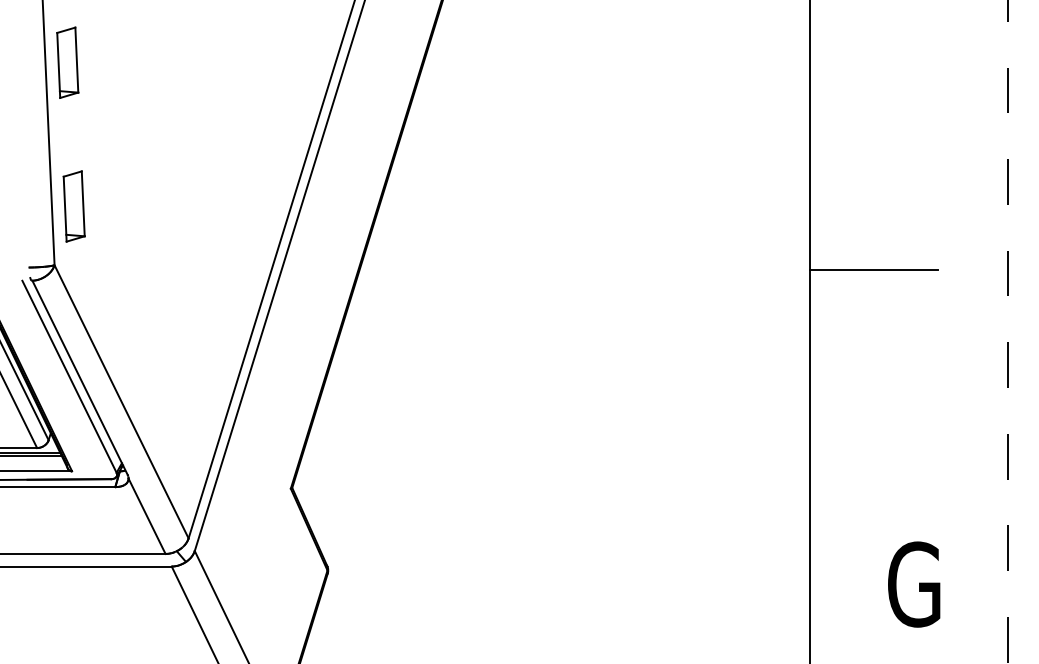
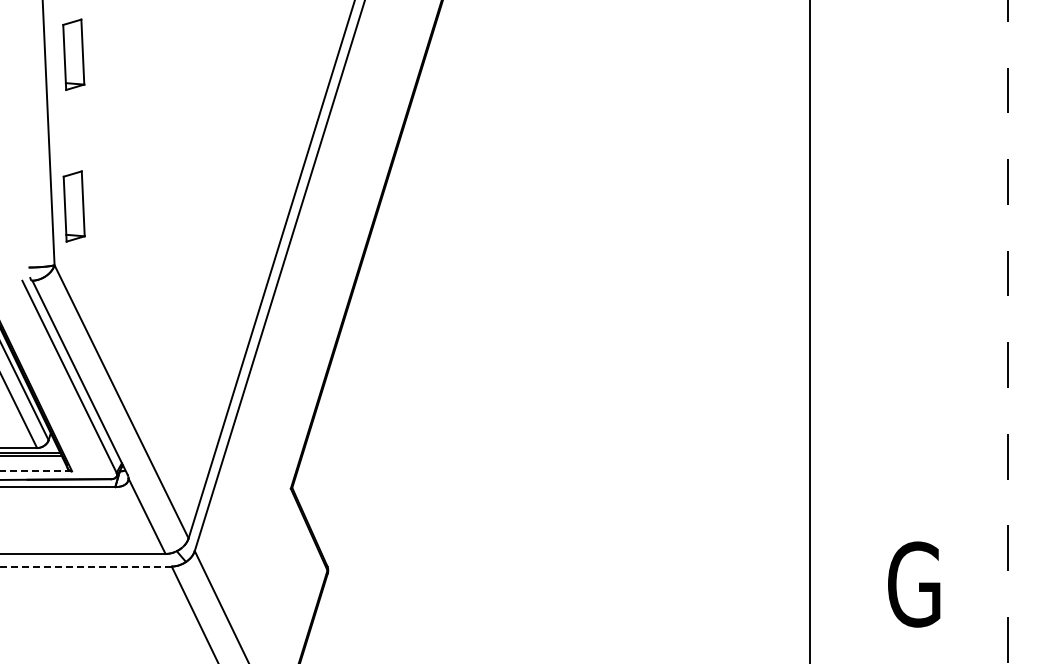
part at (67, 62) position: (67, 62) -> (73, 54)
line at (873, 269): present -> none
line at (36, 471): solid -> dashed
line at (85, 566): solid -> dashed
